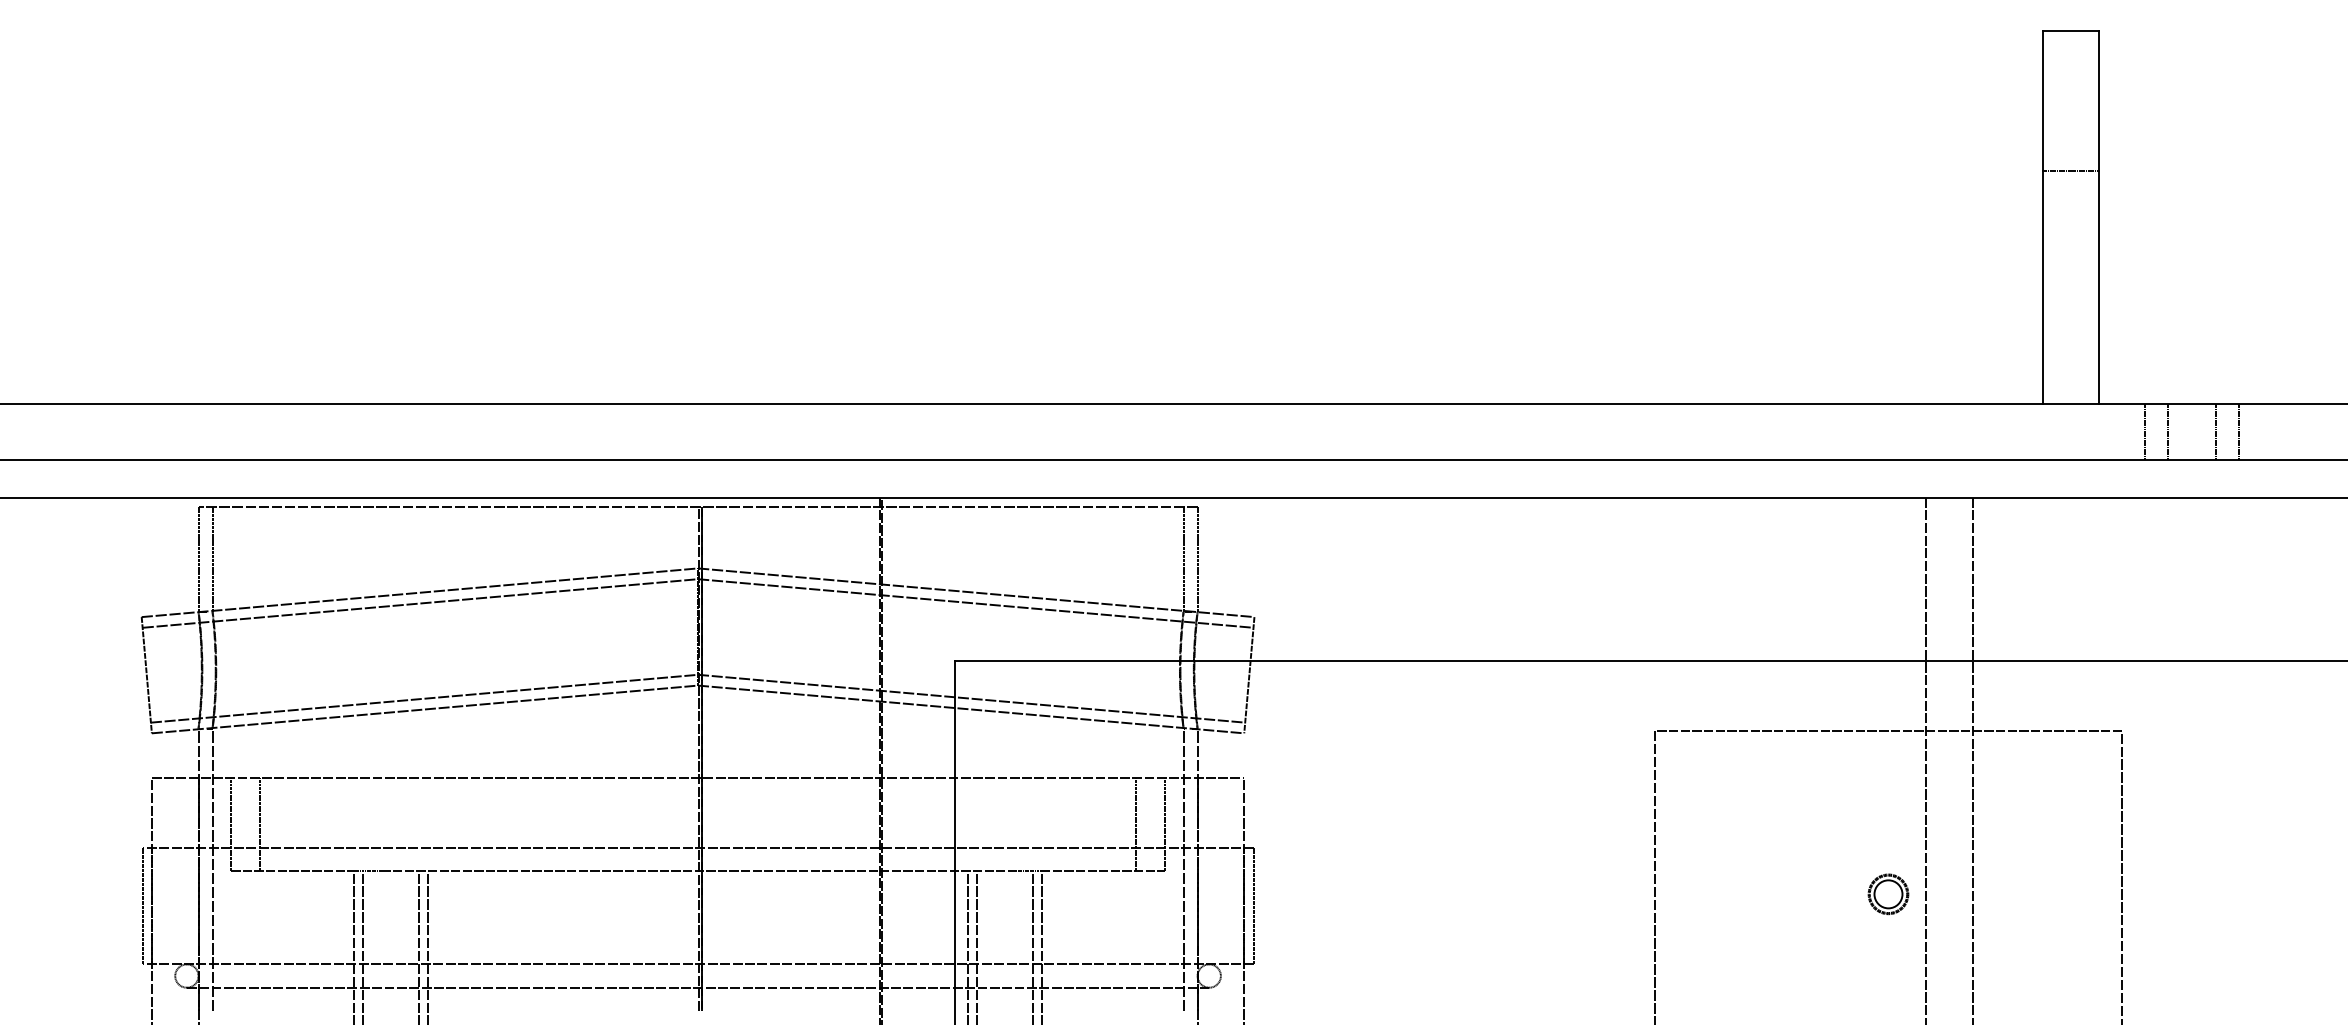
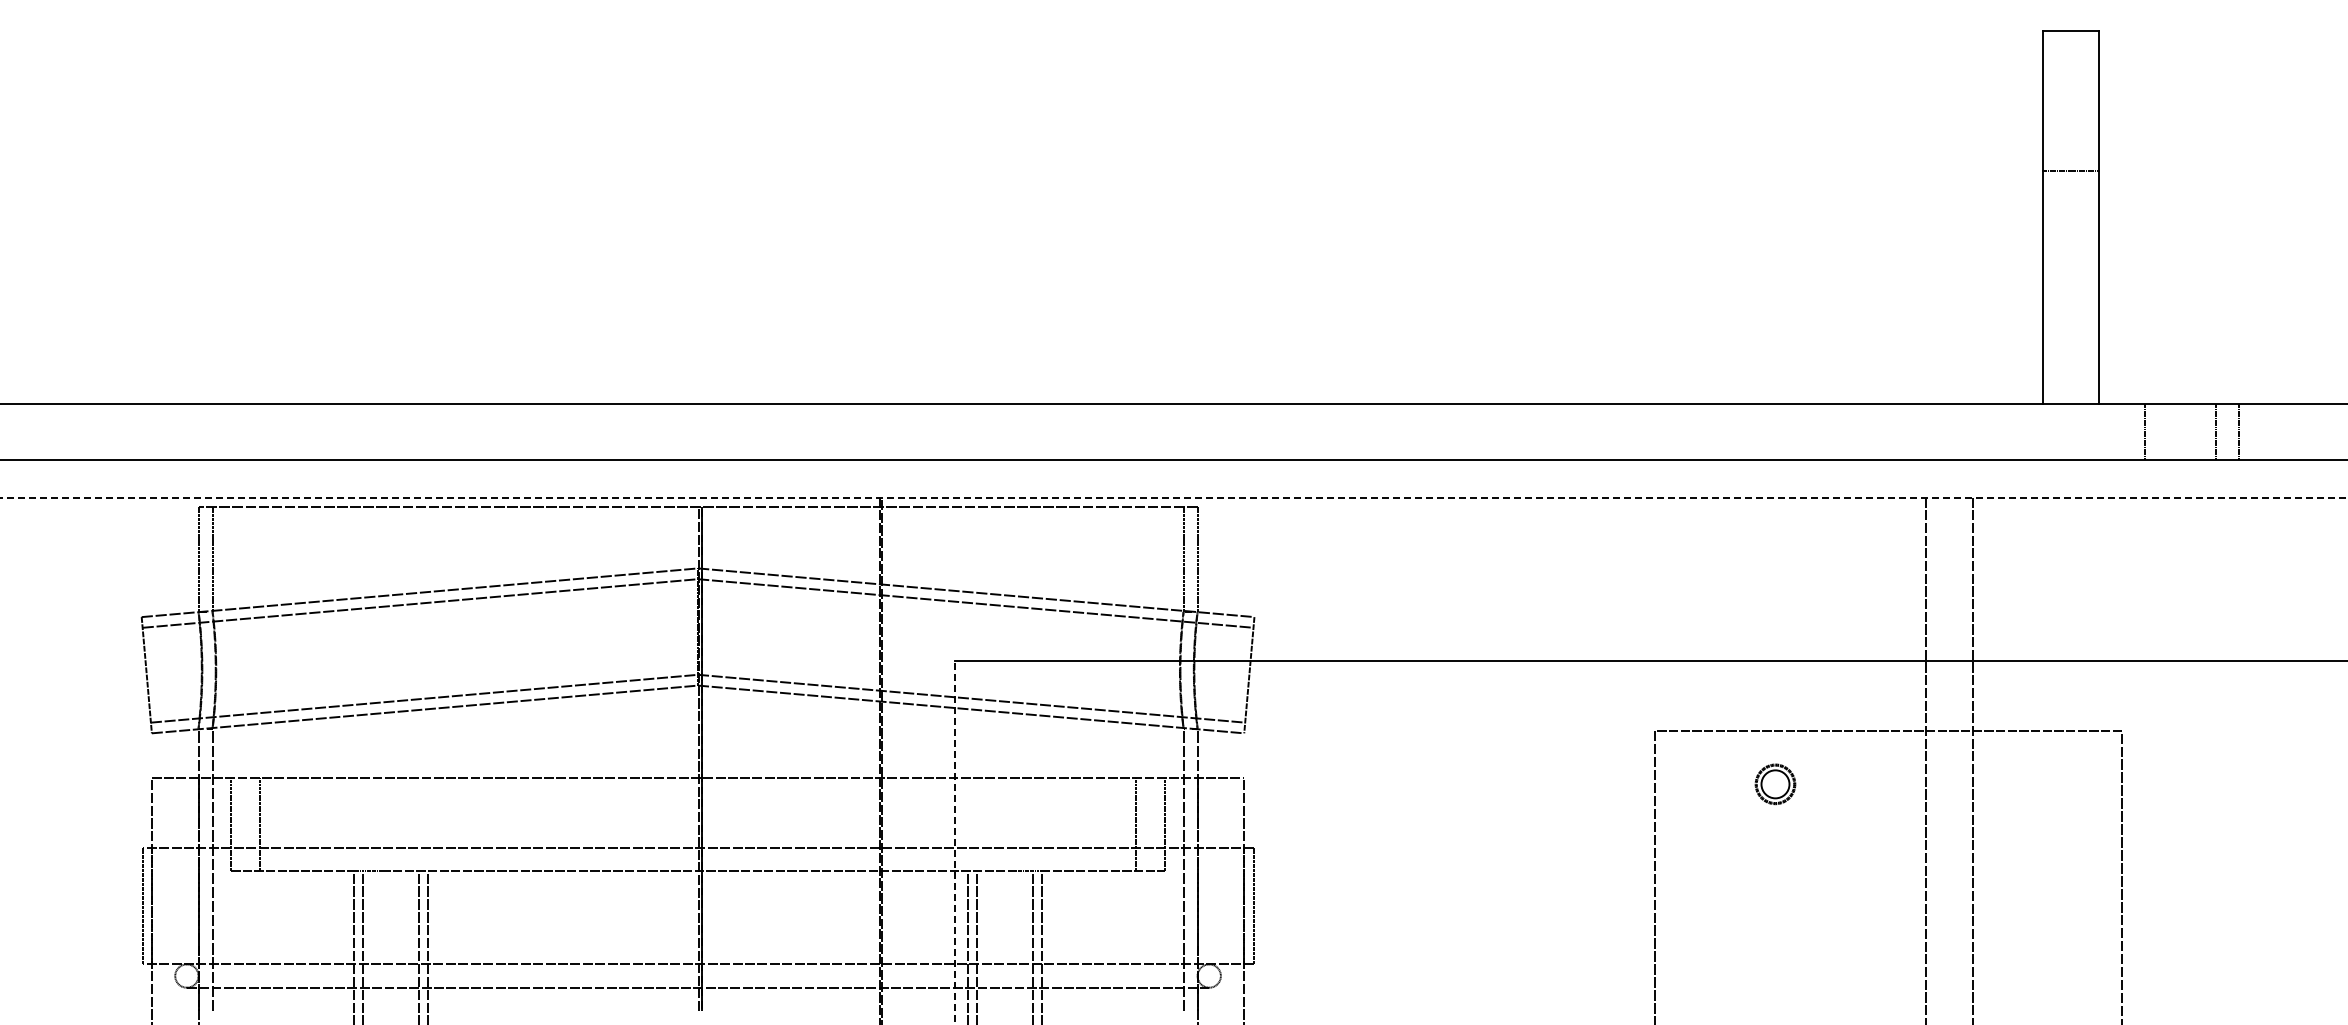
line at (2168, 432): present -> none
line at (1174, 497): solid -> dashed
line at (954, 842): solid -> dashed
part at (1888, 894) position: (1888, 894) -> (1775, 784)
